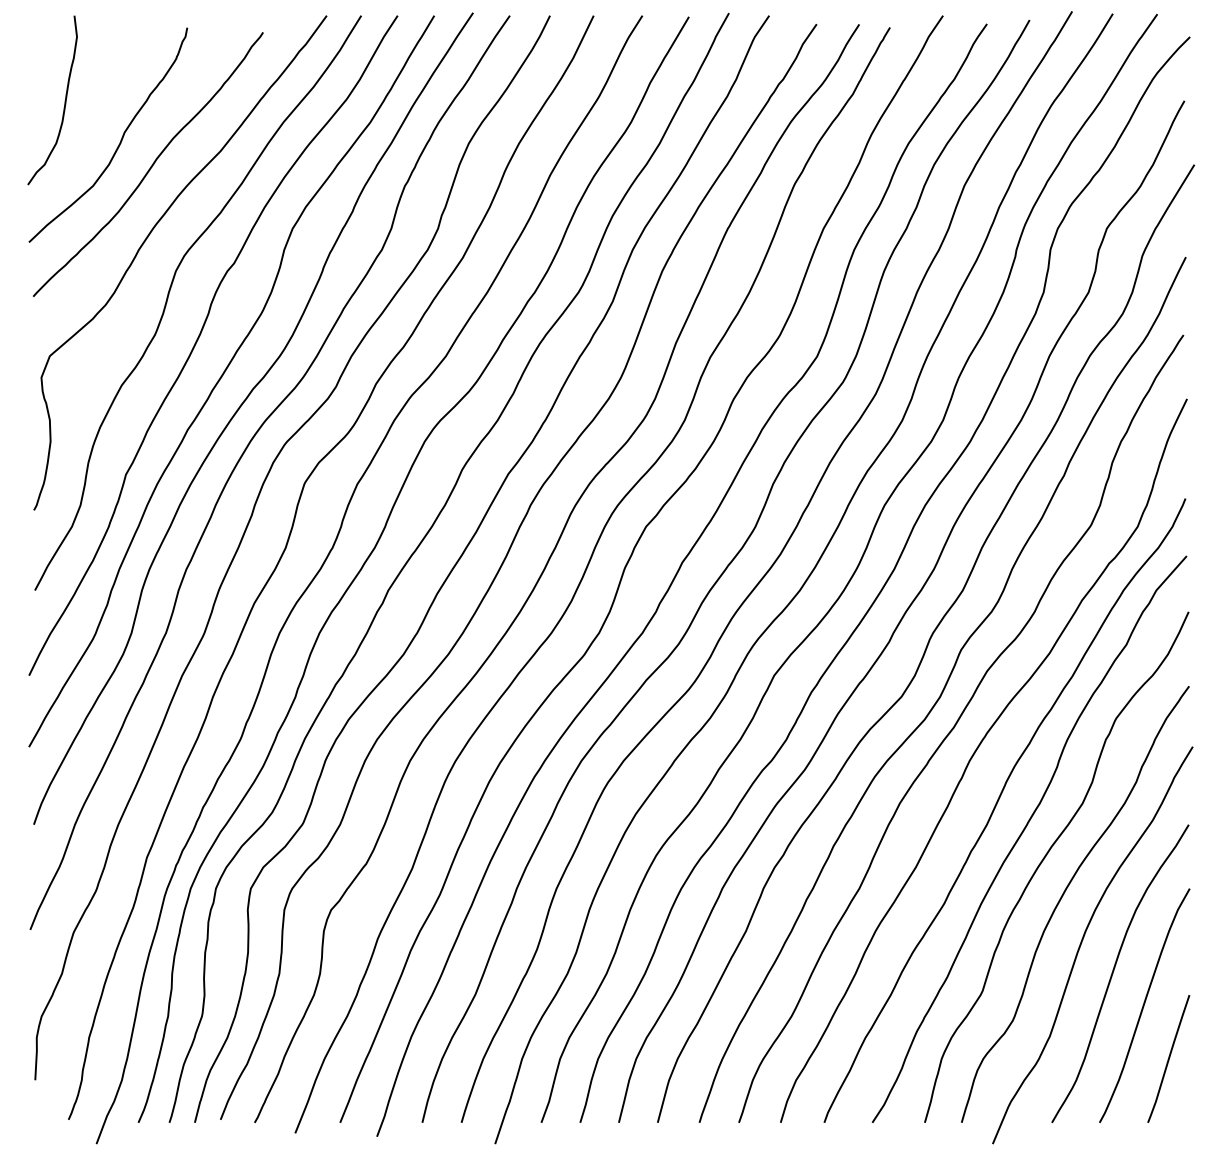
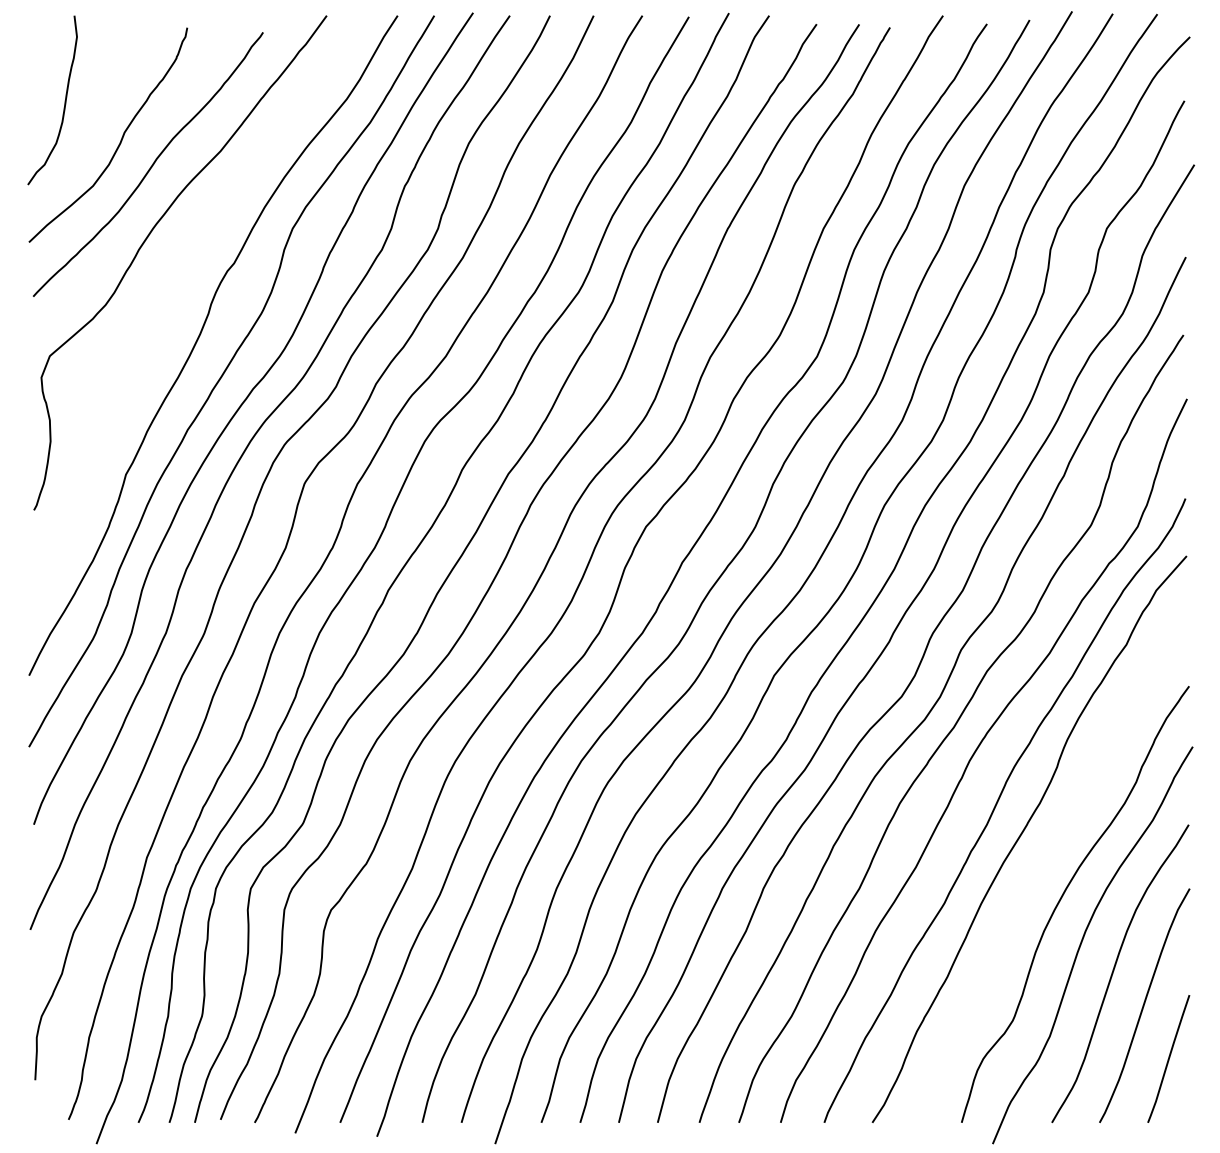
curve at (169, 295): present -> none
curve at (1045, 858): present -> none
